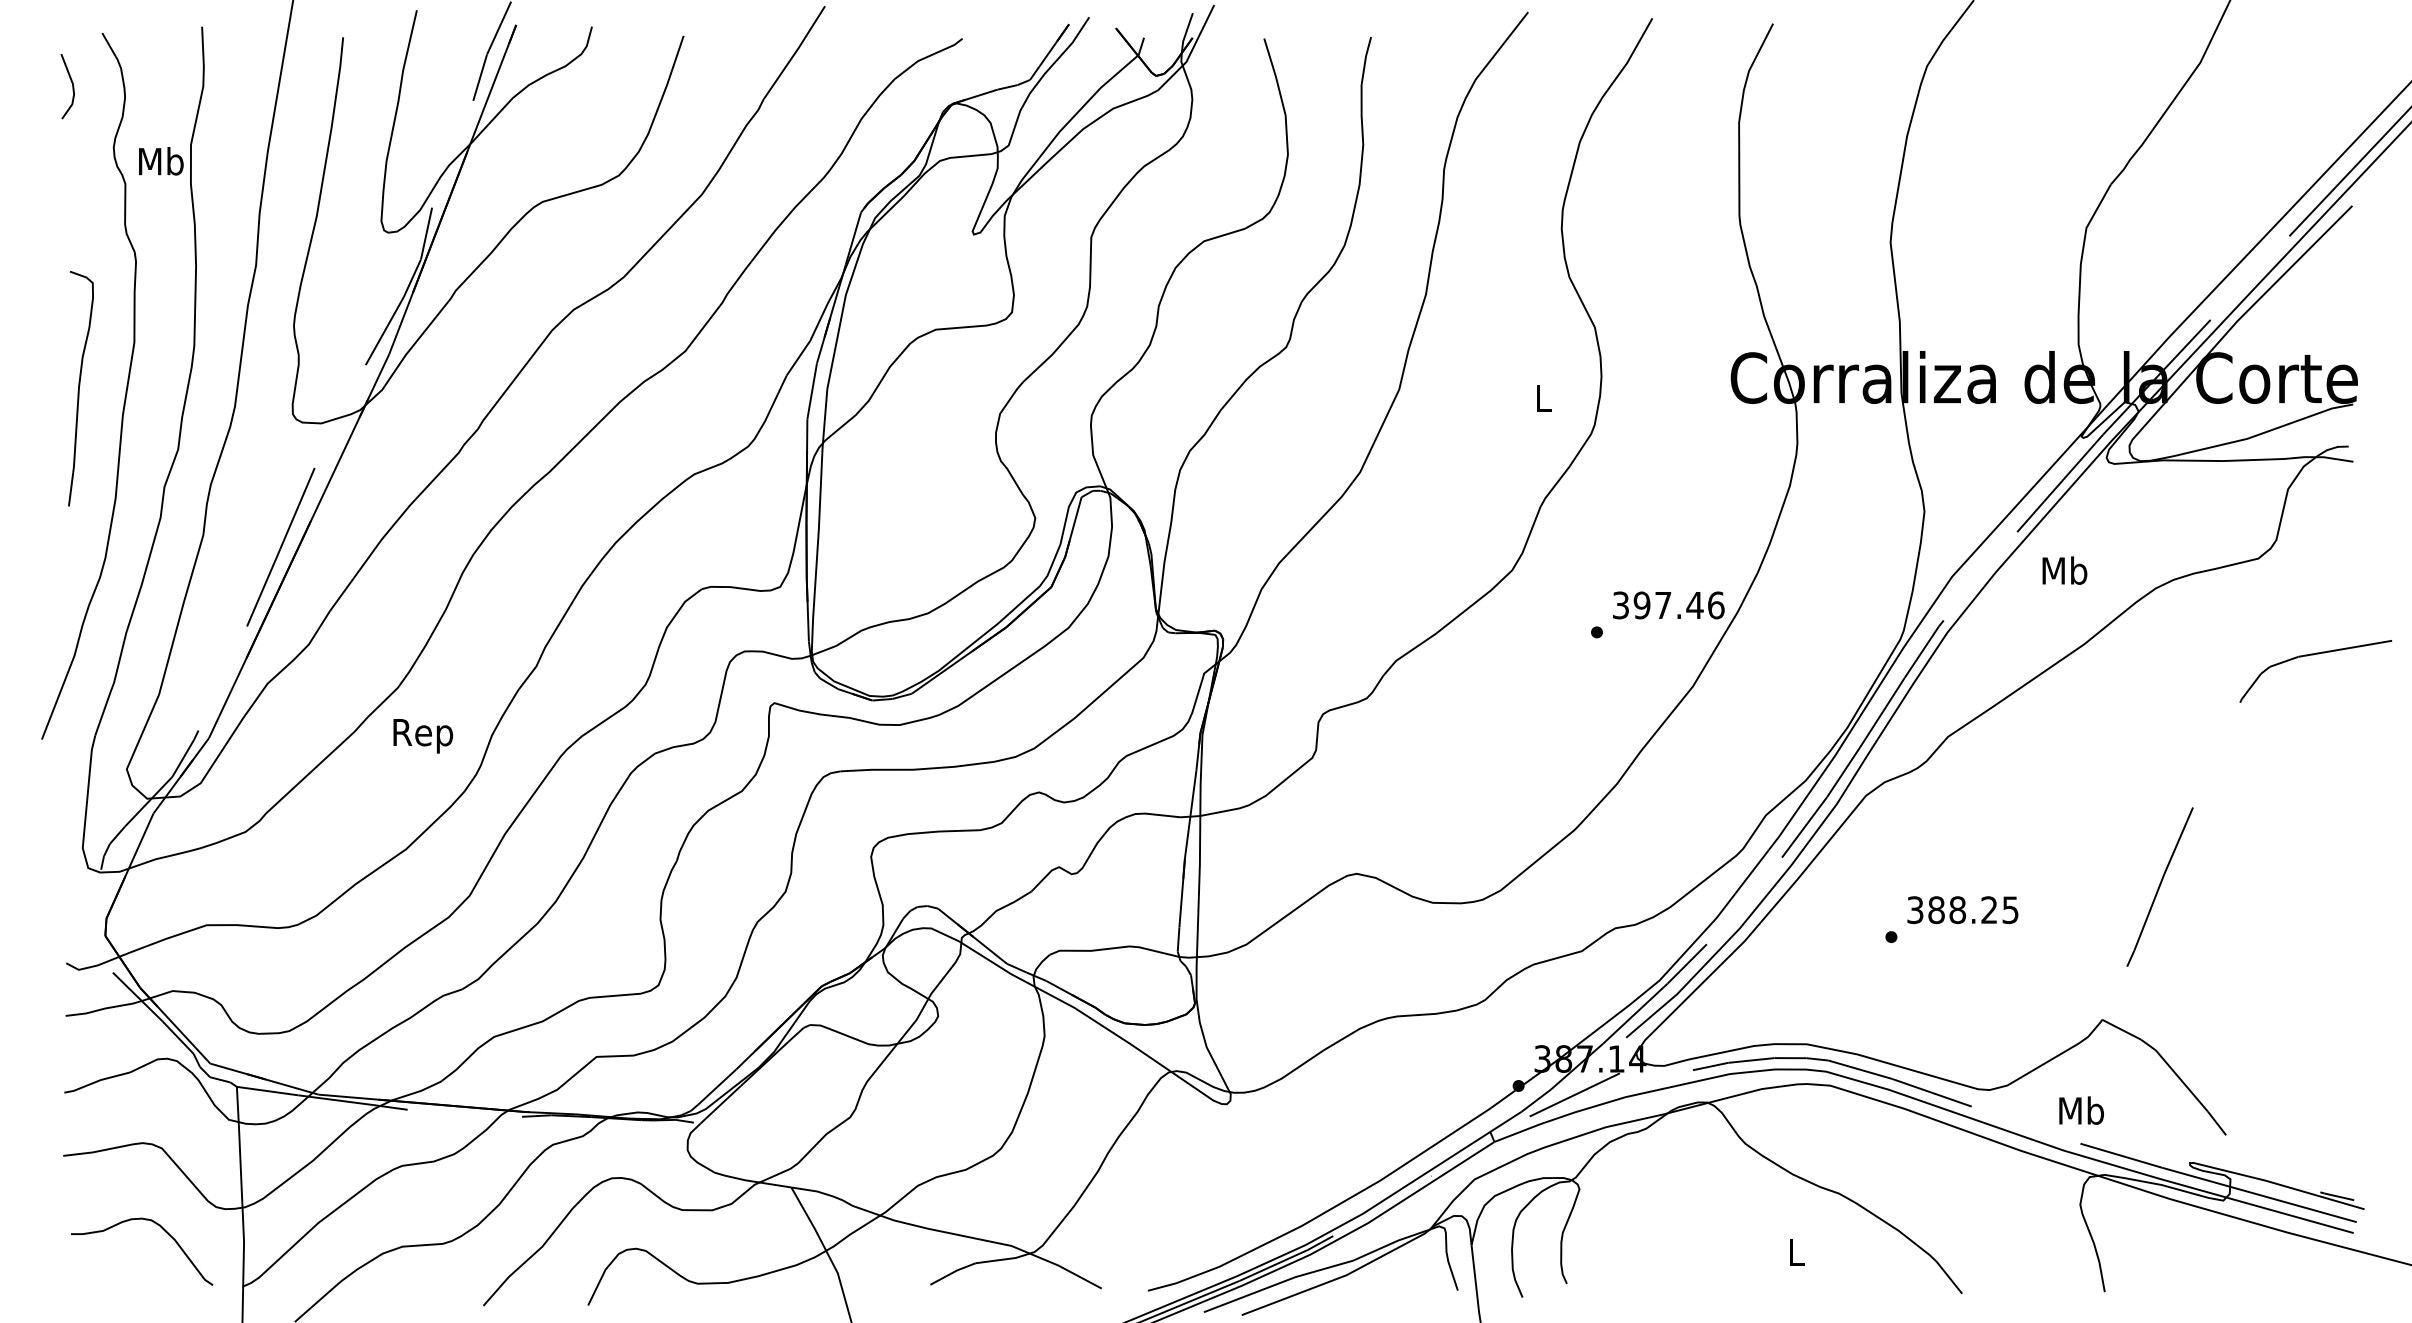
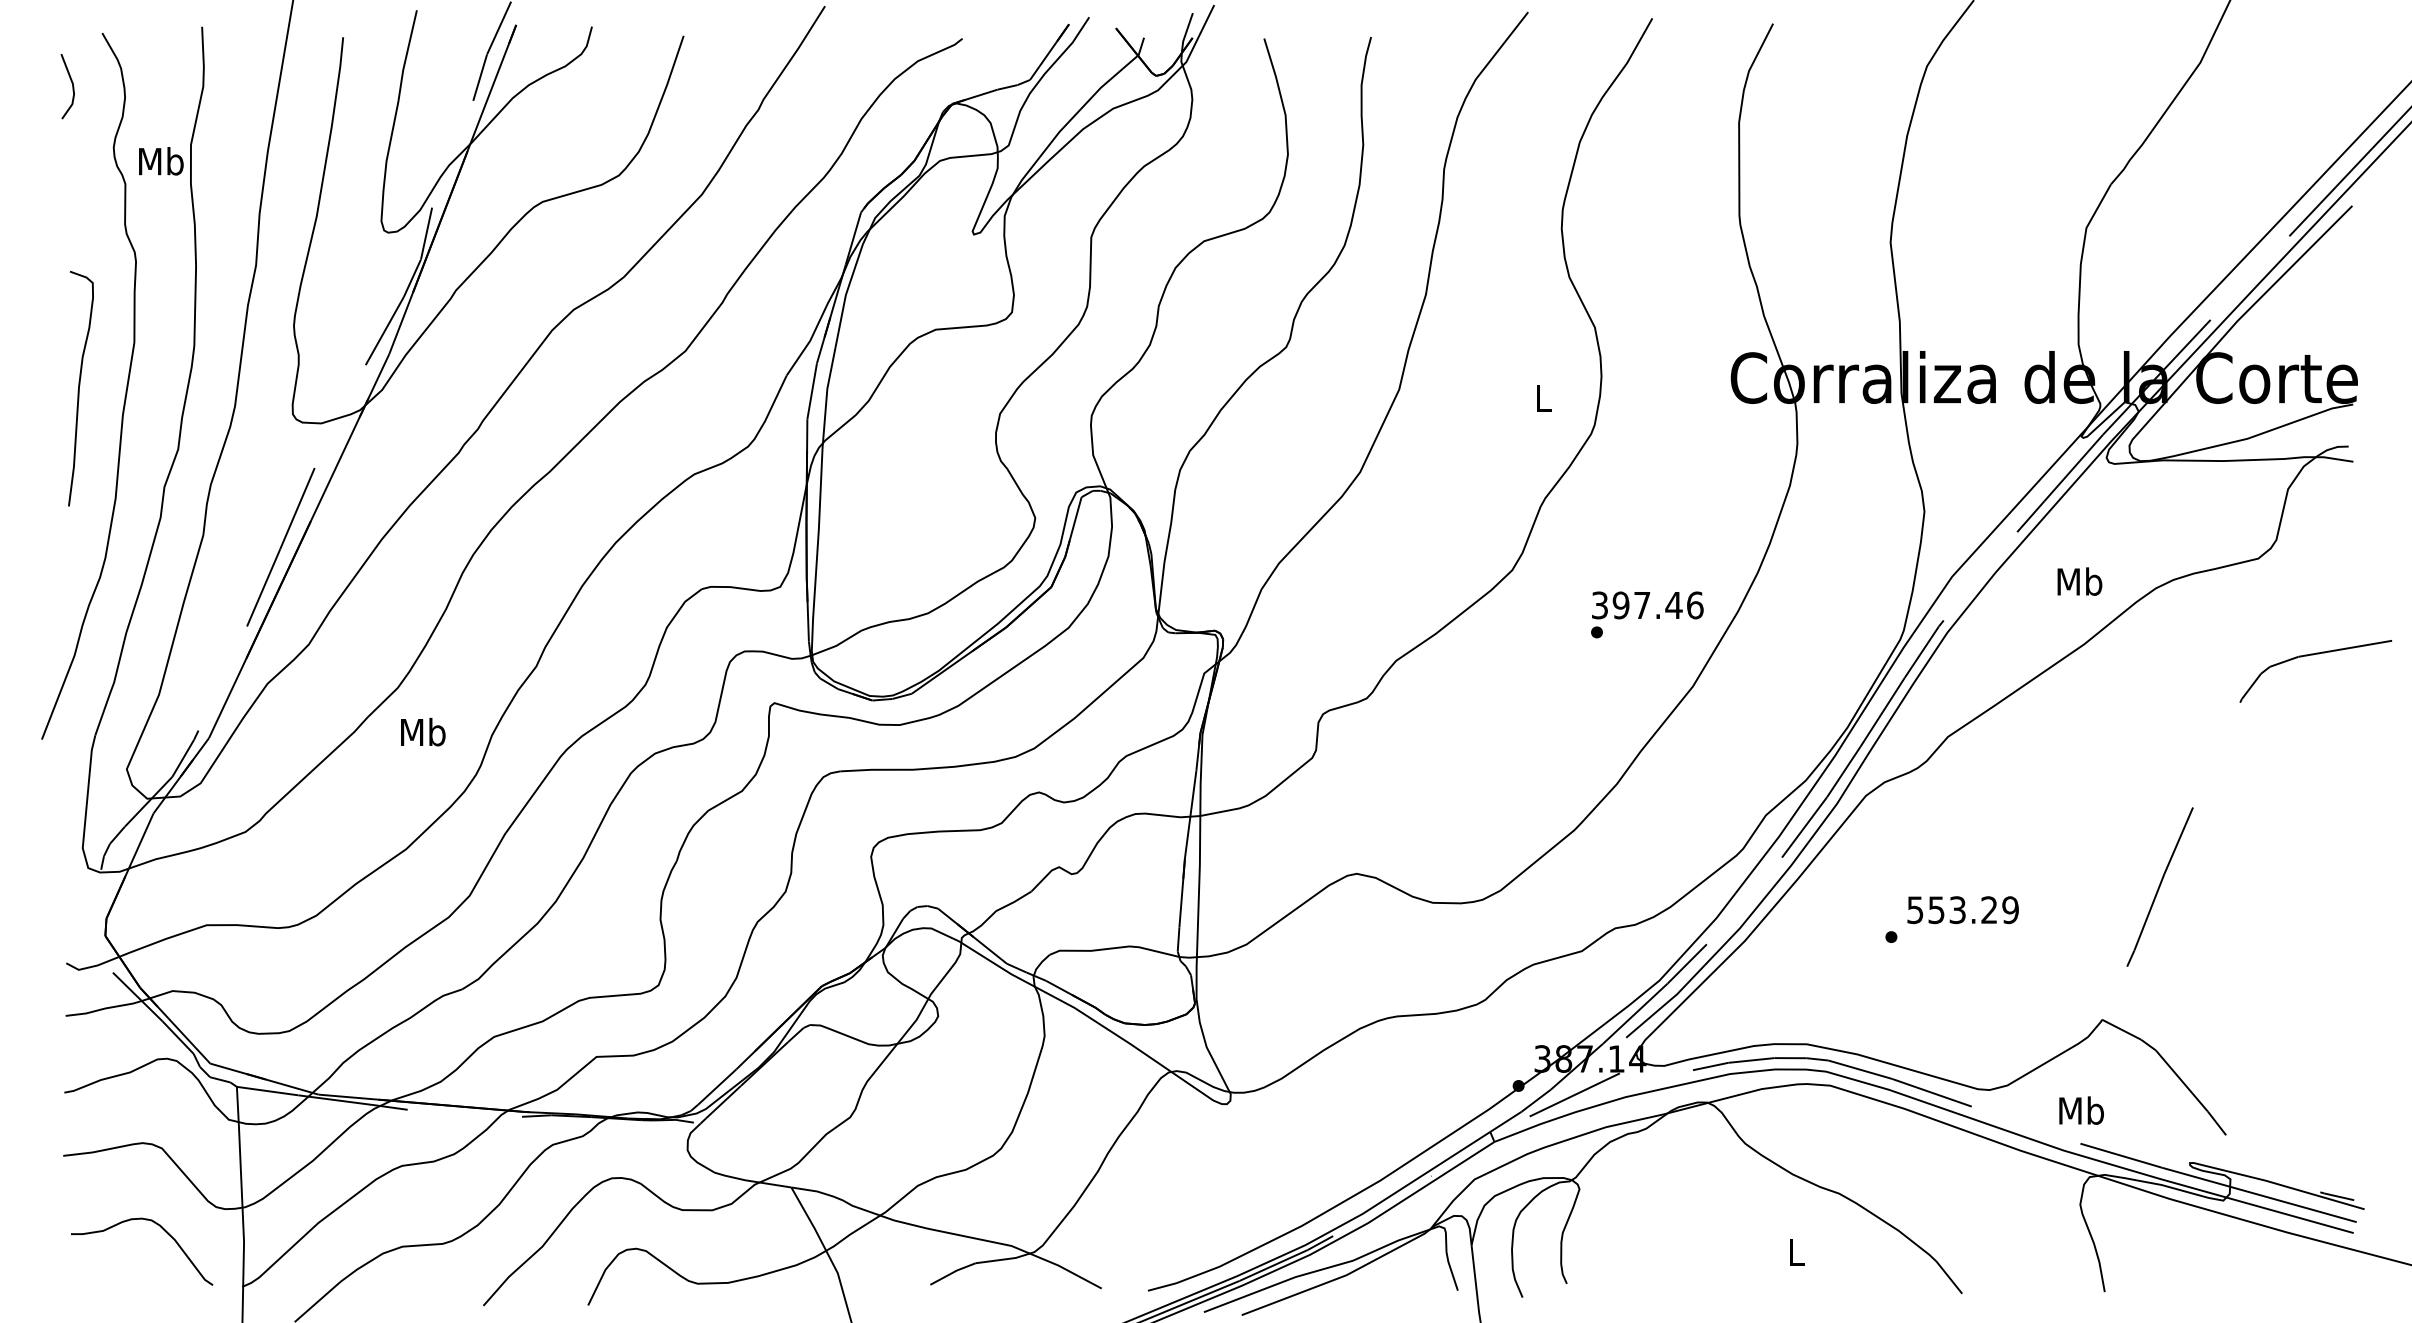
text at (2064, 570) position: (2064, 570) -> (2079, 581)
text at (1668, 605) position: (1668, 605) -> (1647, 605)
text at (423, 735): Rep -> Mb
text at (1963, 910): 388.25 -> 553.29
